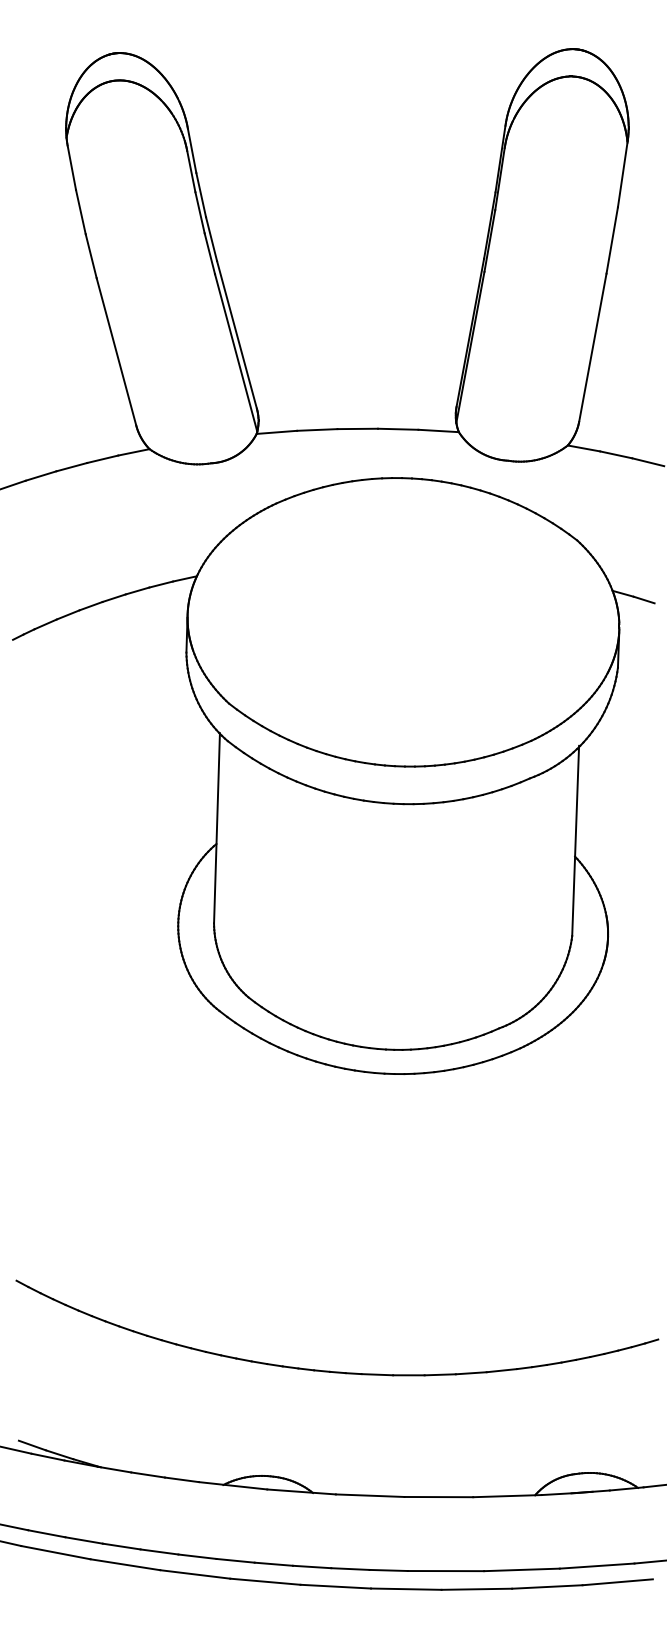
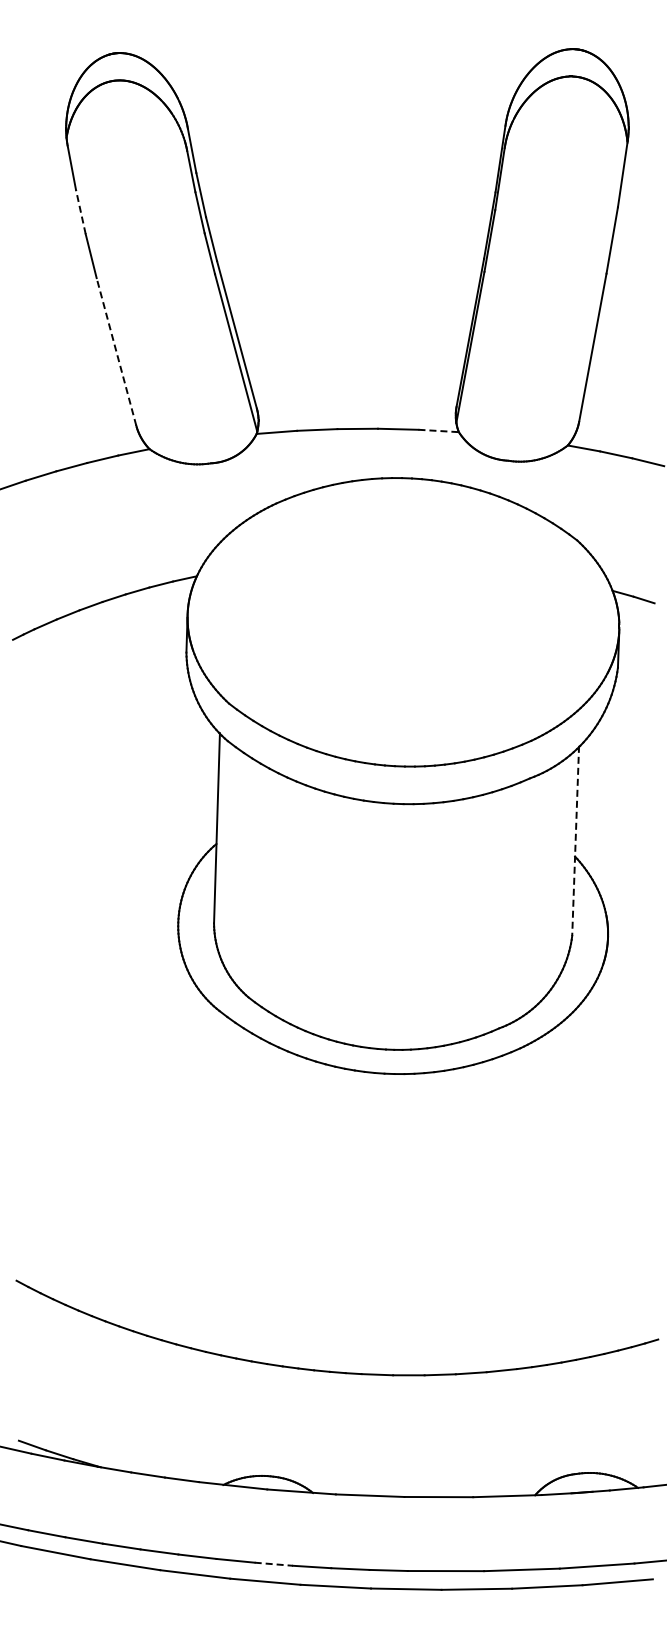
line at (80, 212): solid -> dashed
line at (116, 351): solid -> dashed
line at (439, 431): solid -> dashed
line at (575, 841): solid -> dashed
line at (274, 1564): solid -> dashed
